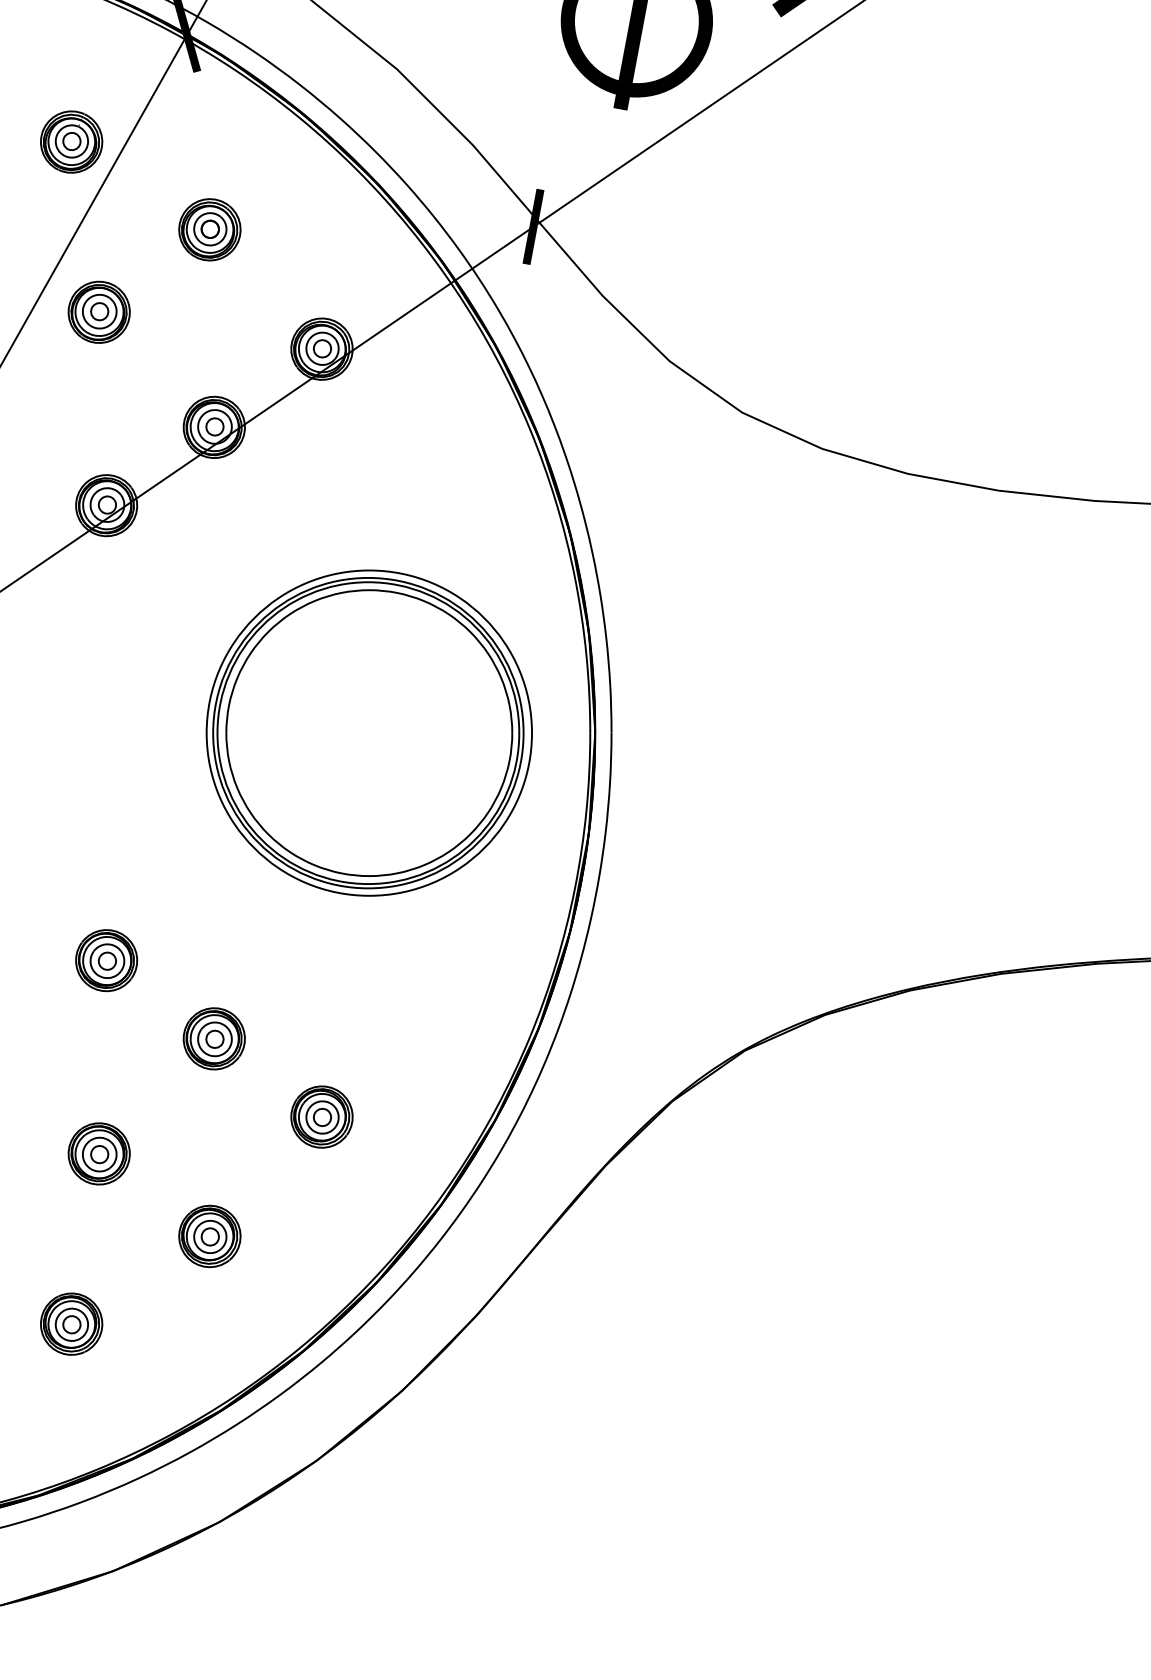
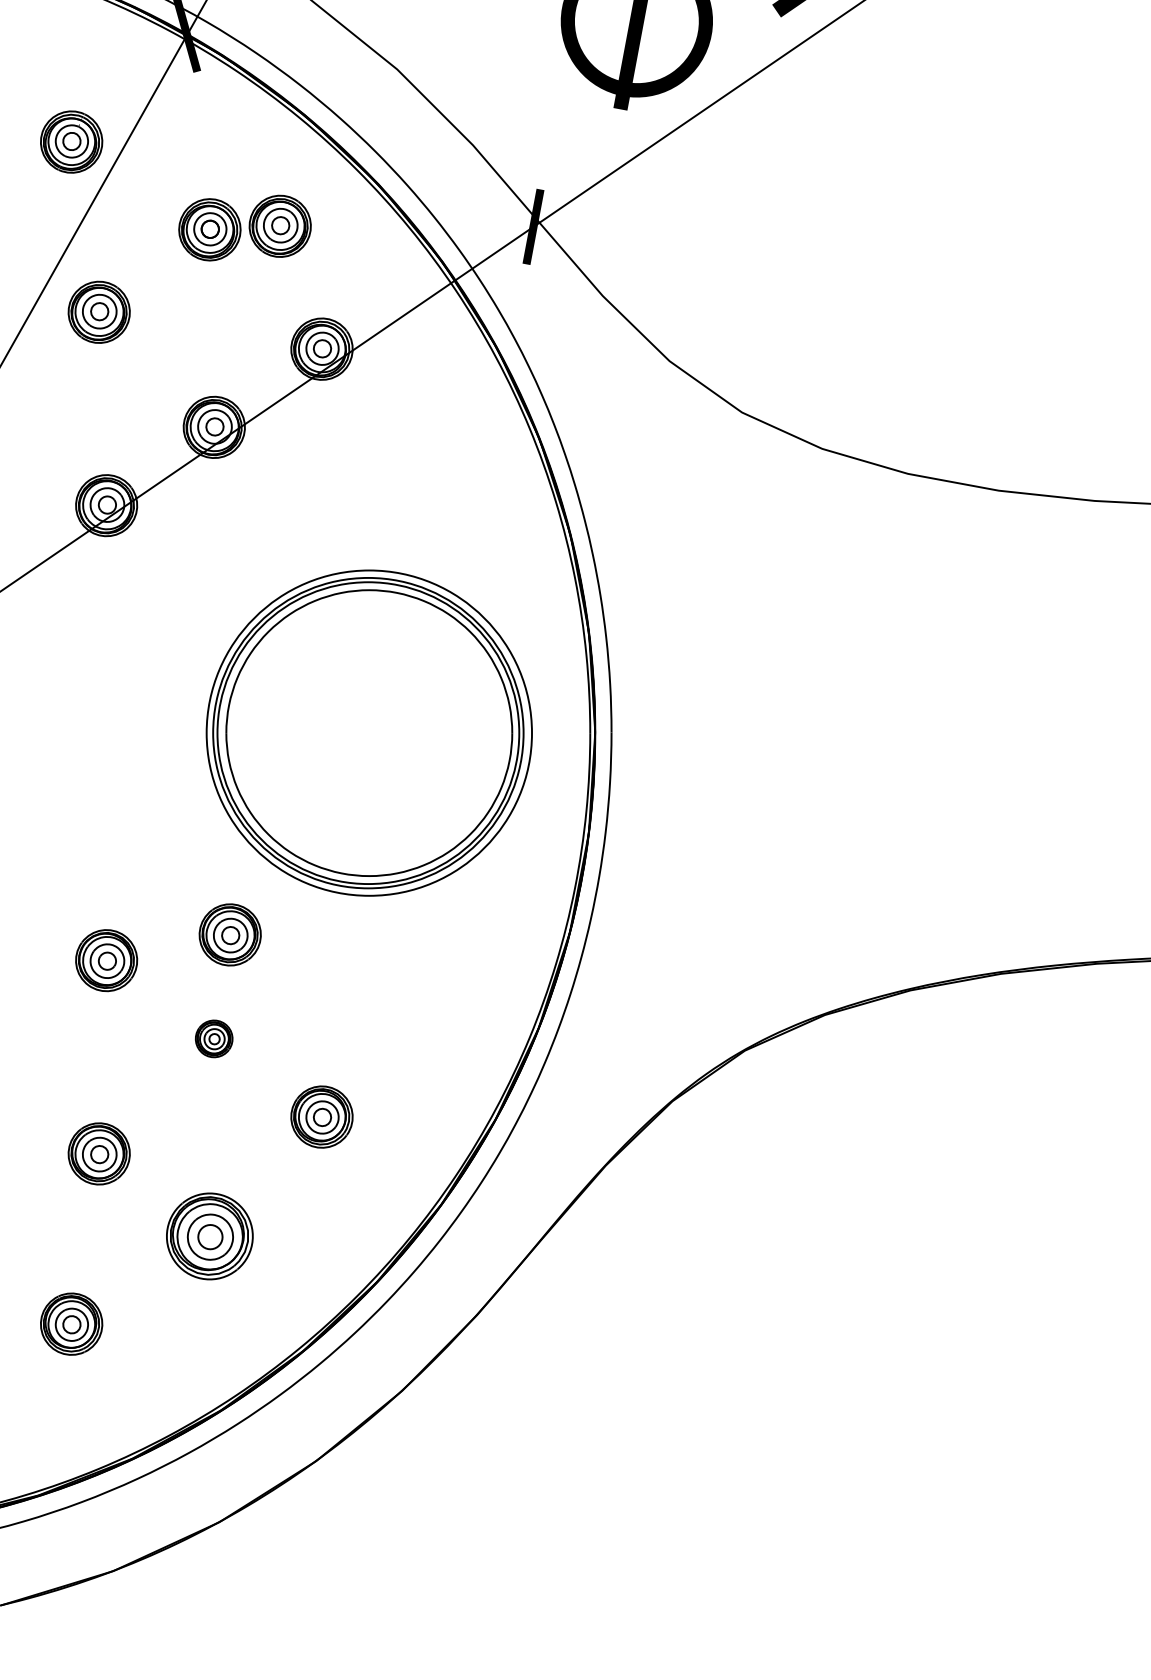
part at (279, 225): none -> present
part at (229, 934): none -> present
part at (213, 1038) size: 64x64 px -> 40x40 px
part at (209, 1236) size: 64x65 px -> 88x89 px
